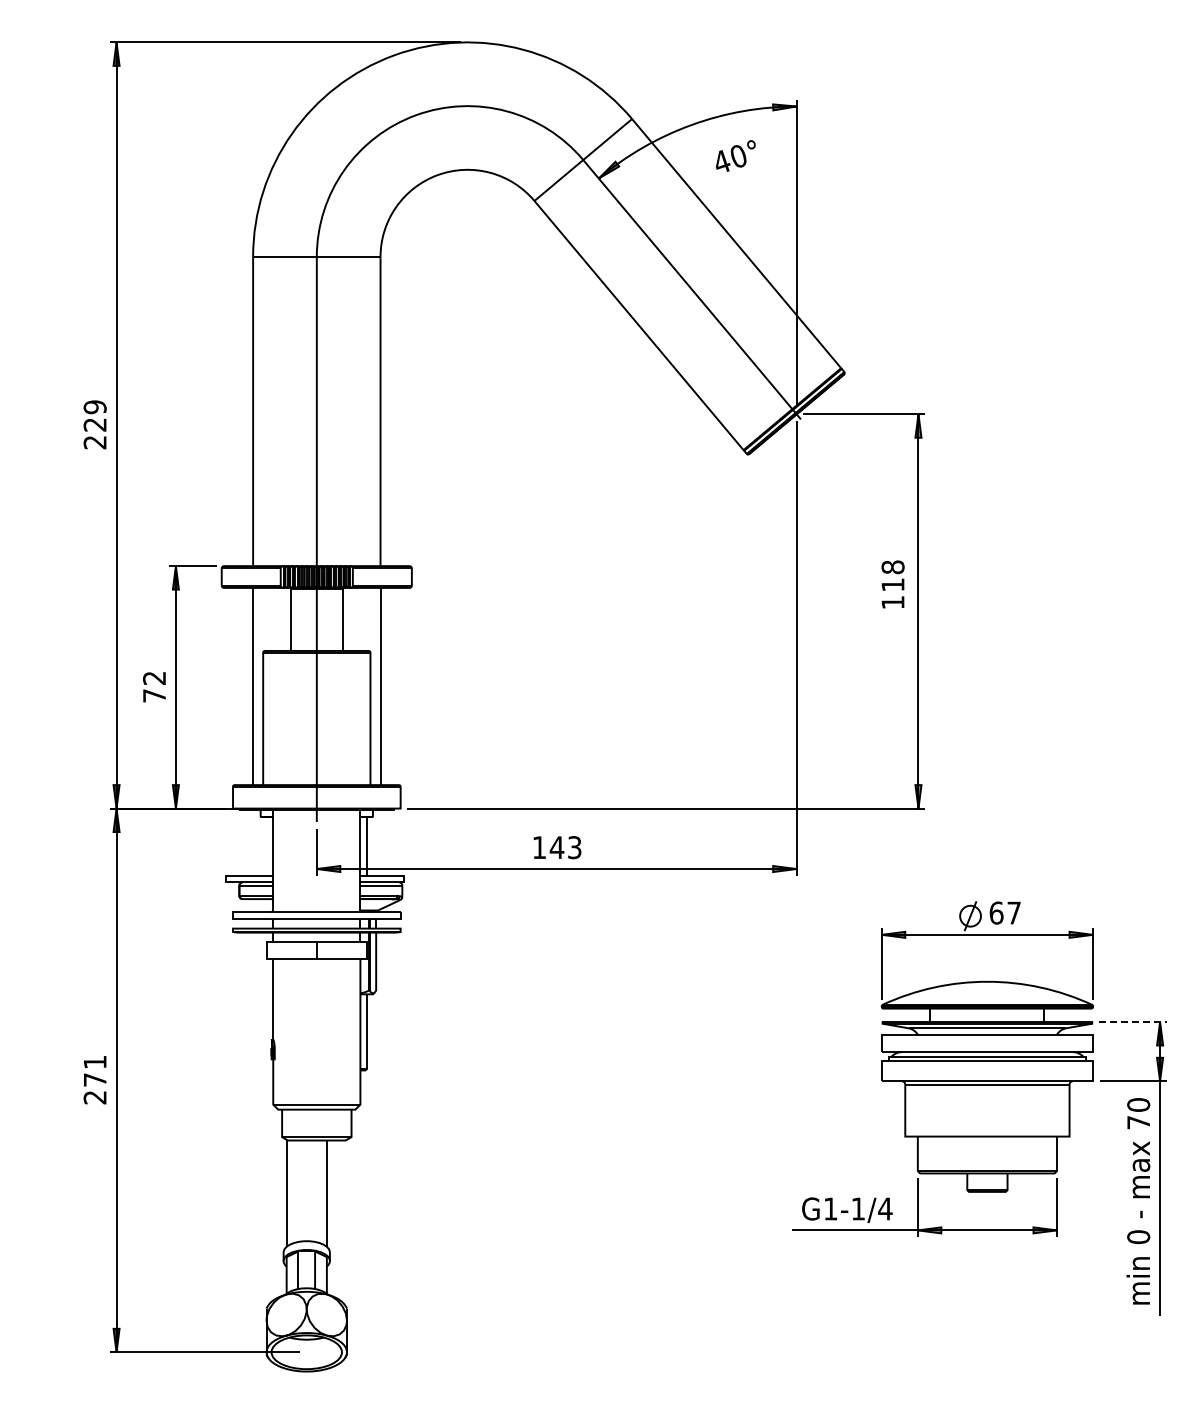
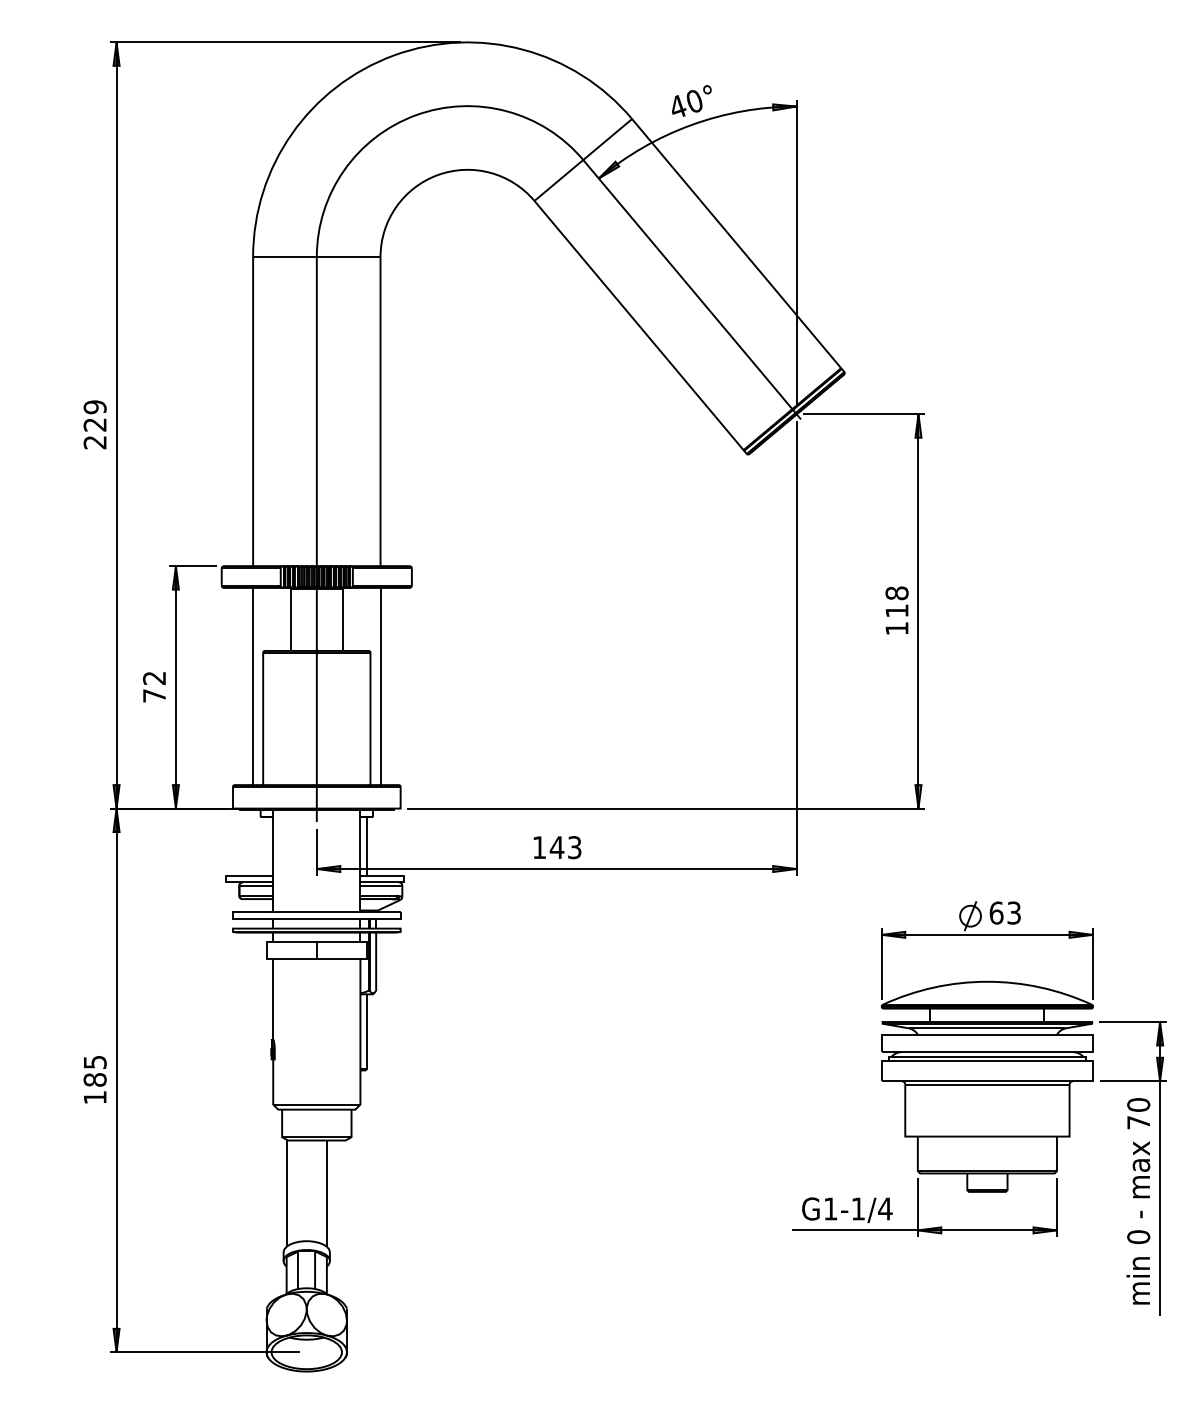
text at (735, 155) position: (735, 155) -> (691, 100)
text at (892, 584) position: (892, 584) -> (896, 610)
text at (1013, 912): 67 -> 63
line at (1132, 1022): dashed -> solid
text at (94, 1080): 271 -> 185
